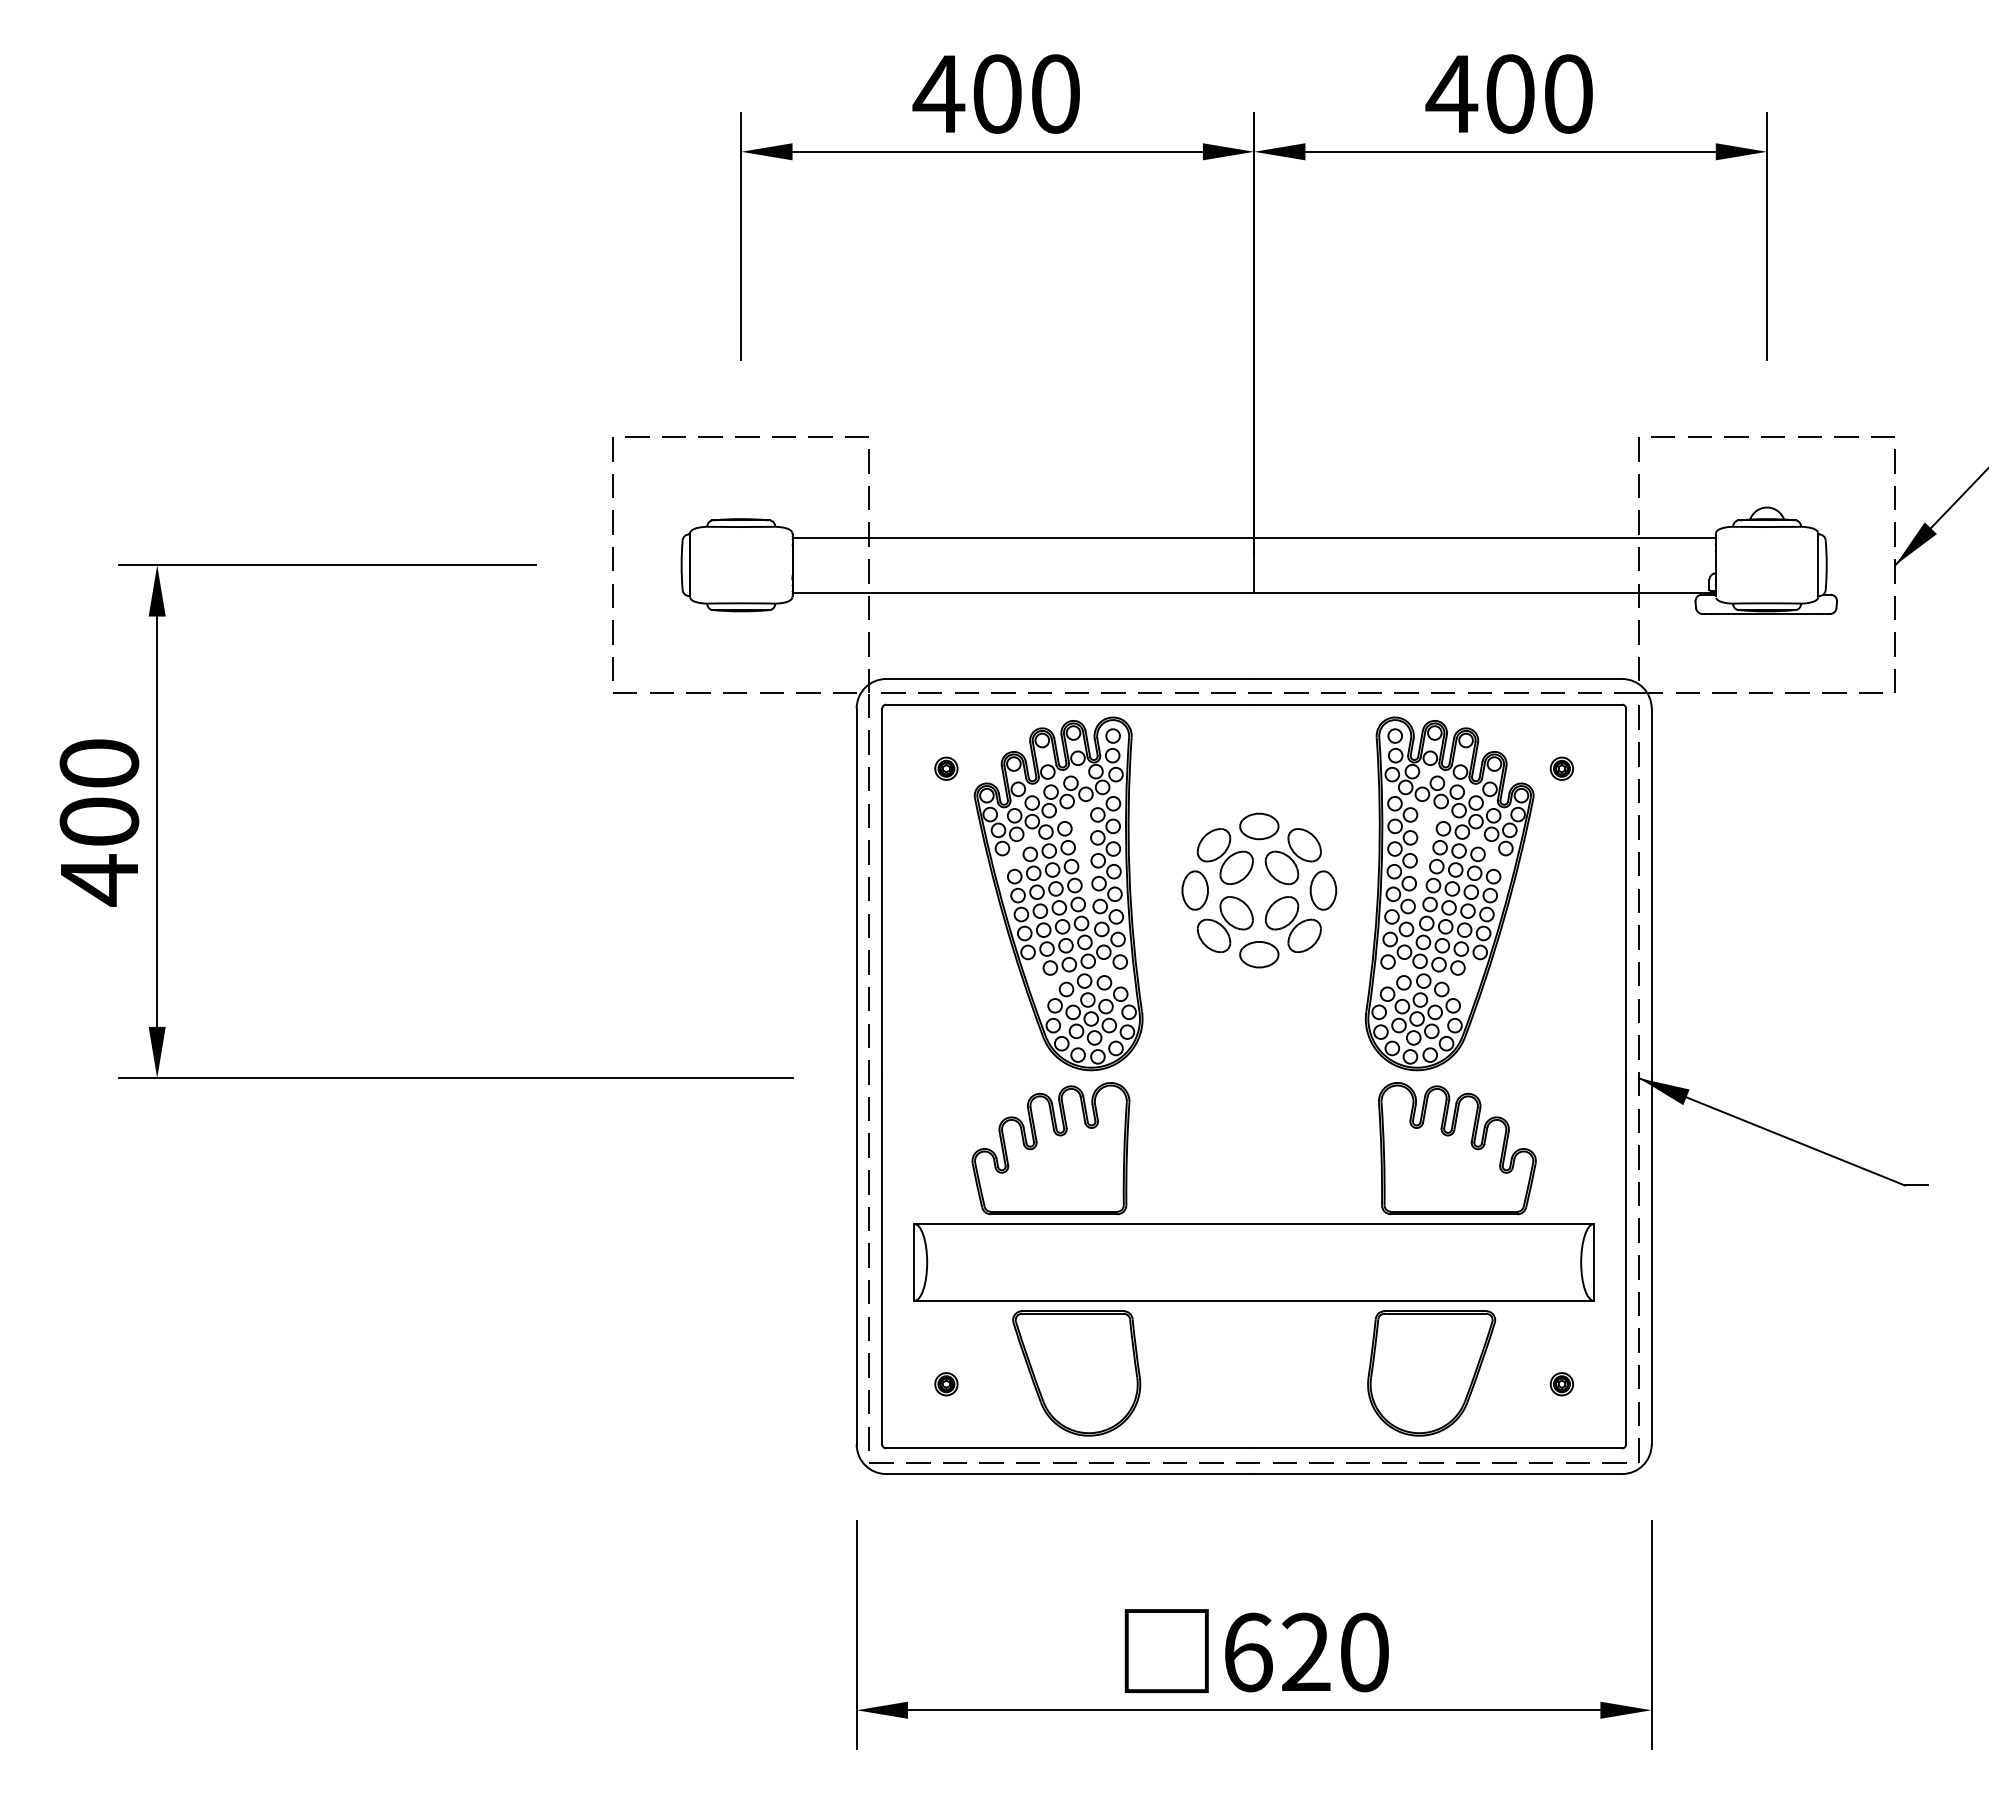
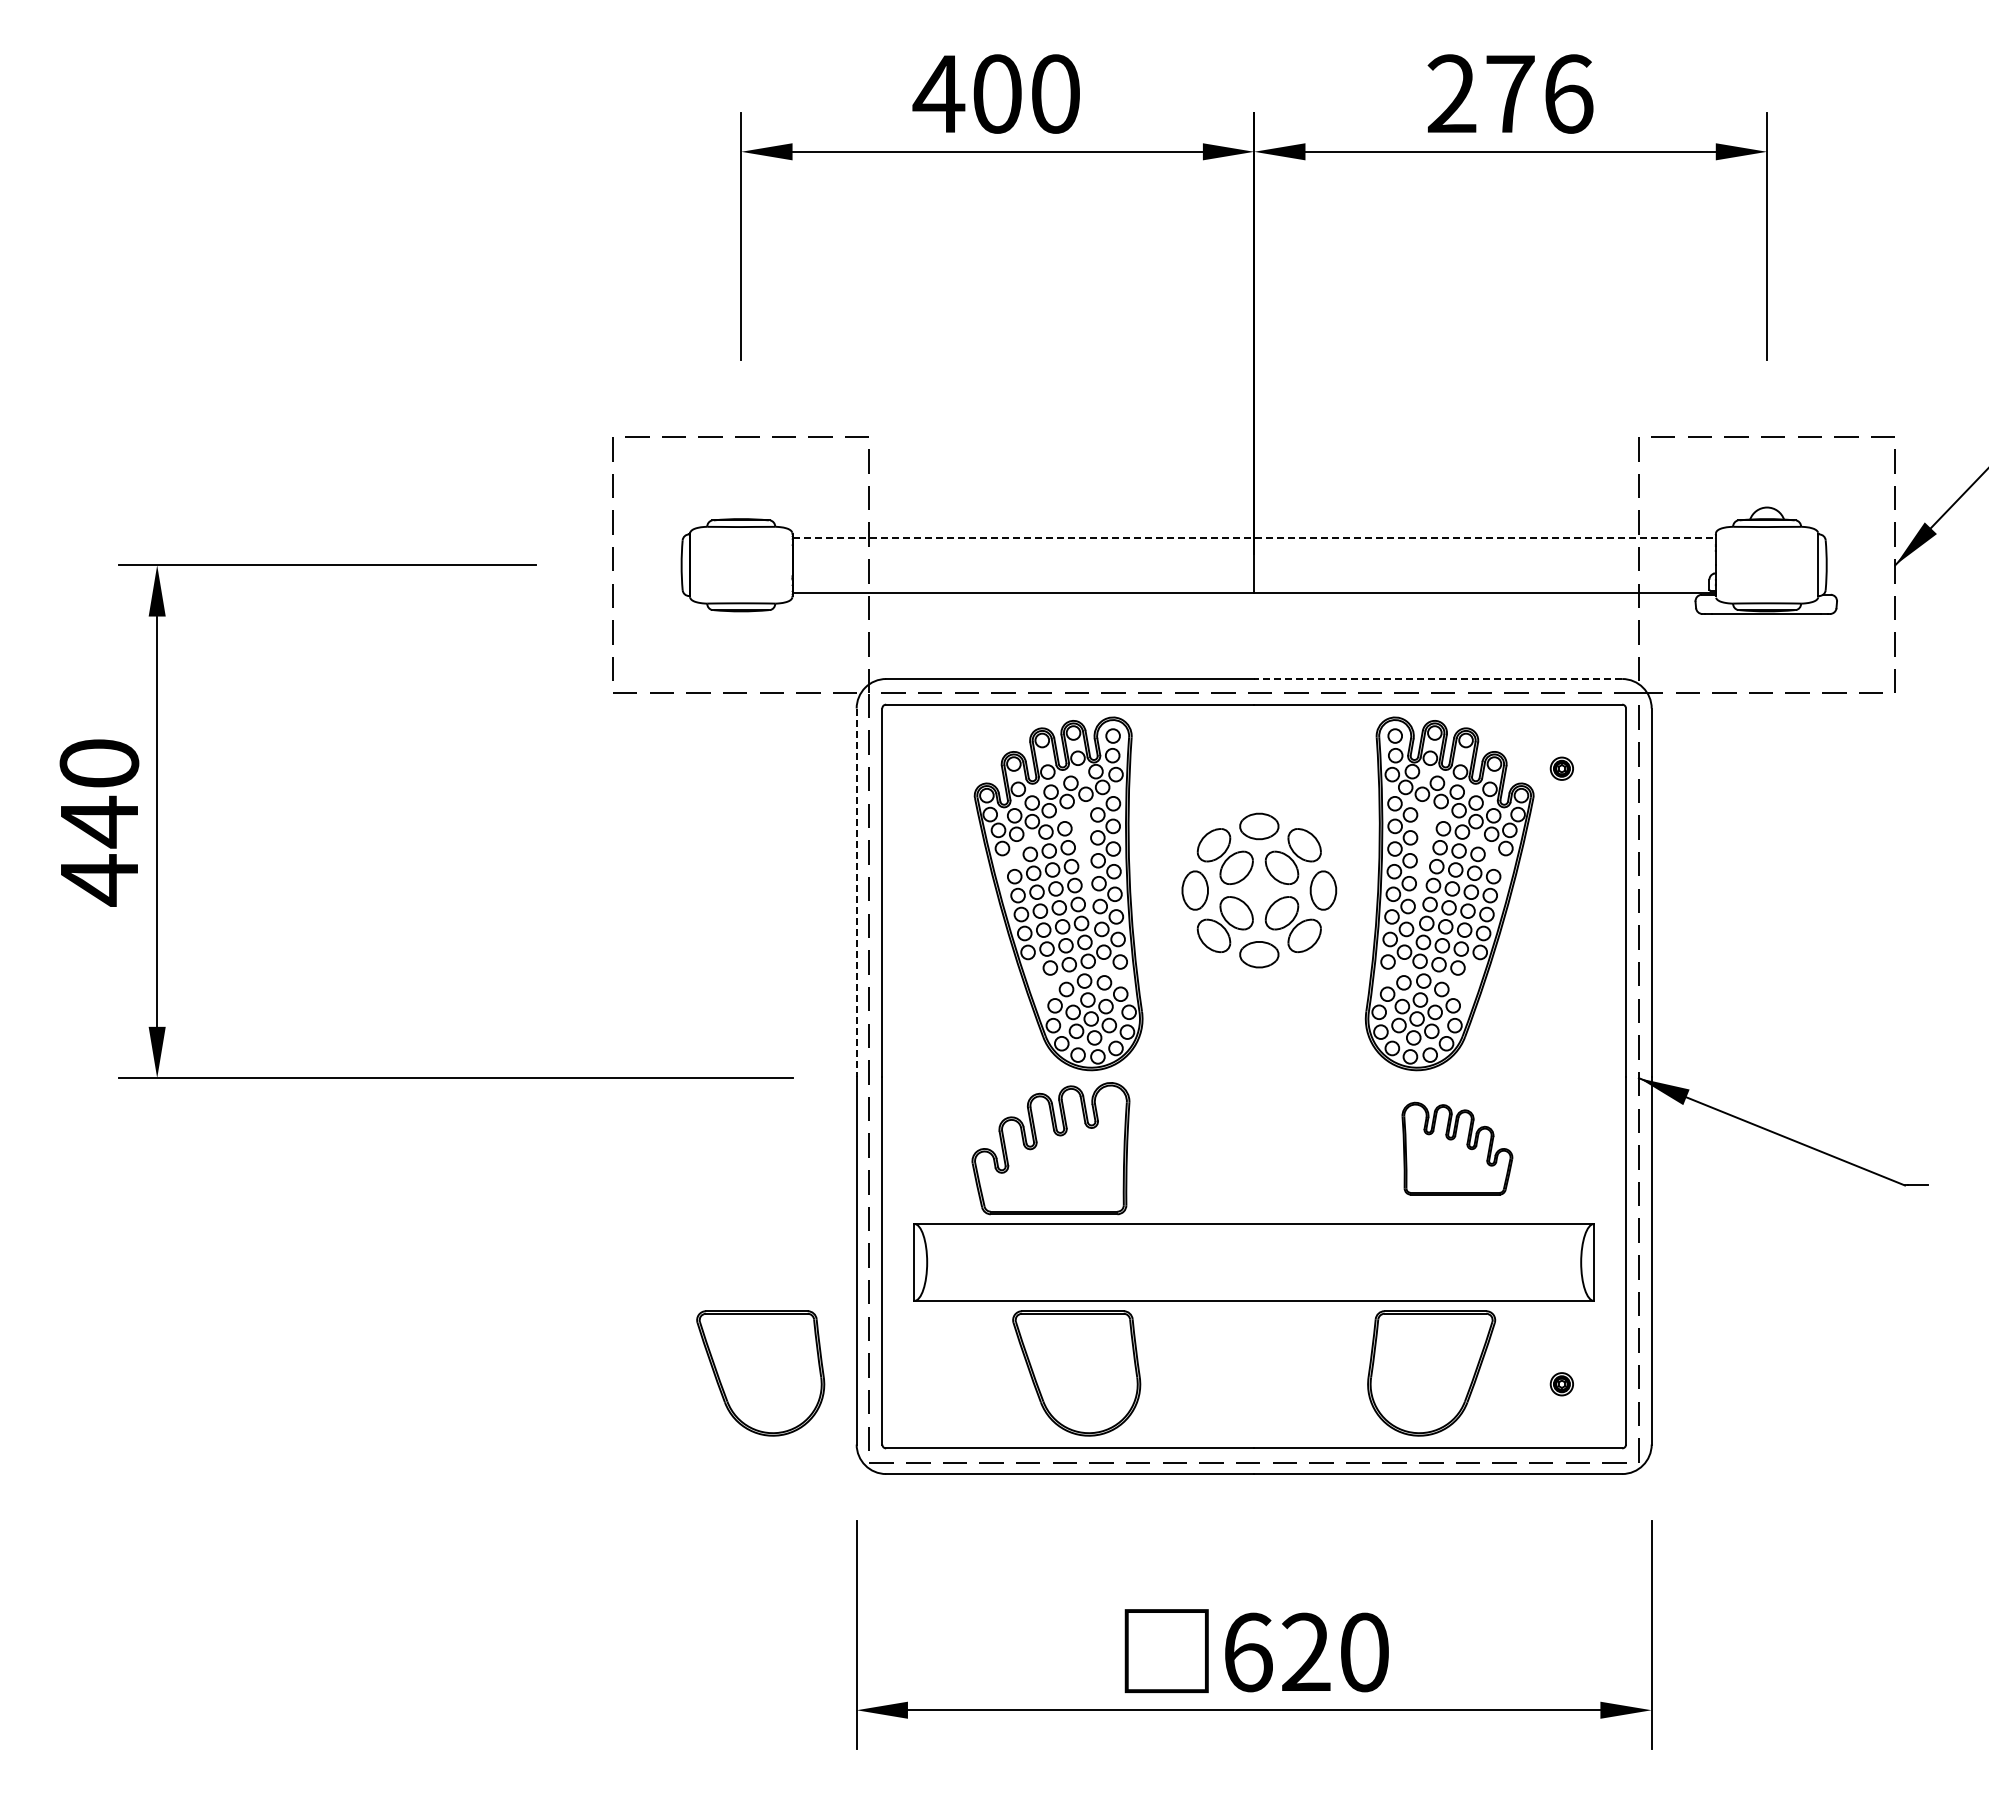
text at (1509, 93): 400 -> 276
line at (1254, 537): solid -> dashed
line at (1437, 679): solid -> dashed
part at (946, 768): present -> none
text at (99, 821): 400 -> 440
line at (856, 893): solid -> dashed
part at (1457, 1148) size: 159x134 px -> 113x95 px
part at (760, 1373): none -> present
part at (946, 1384): present -> none
